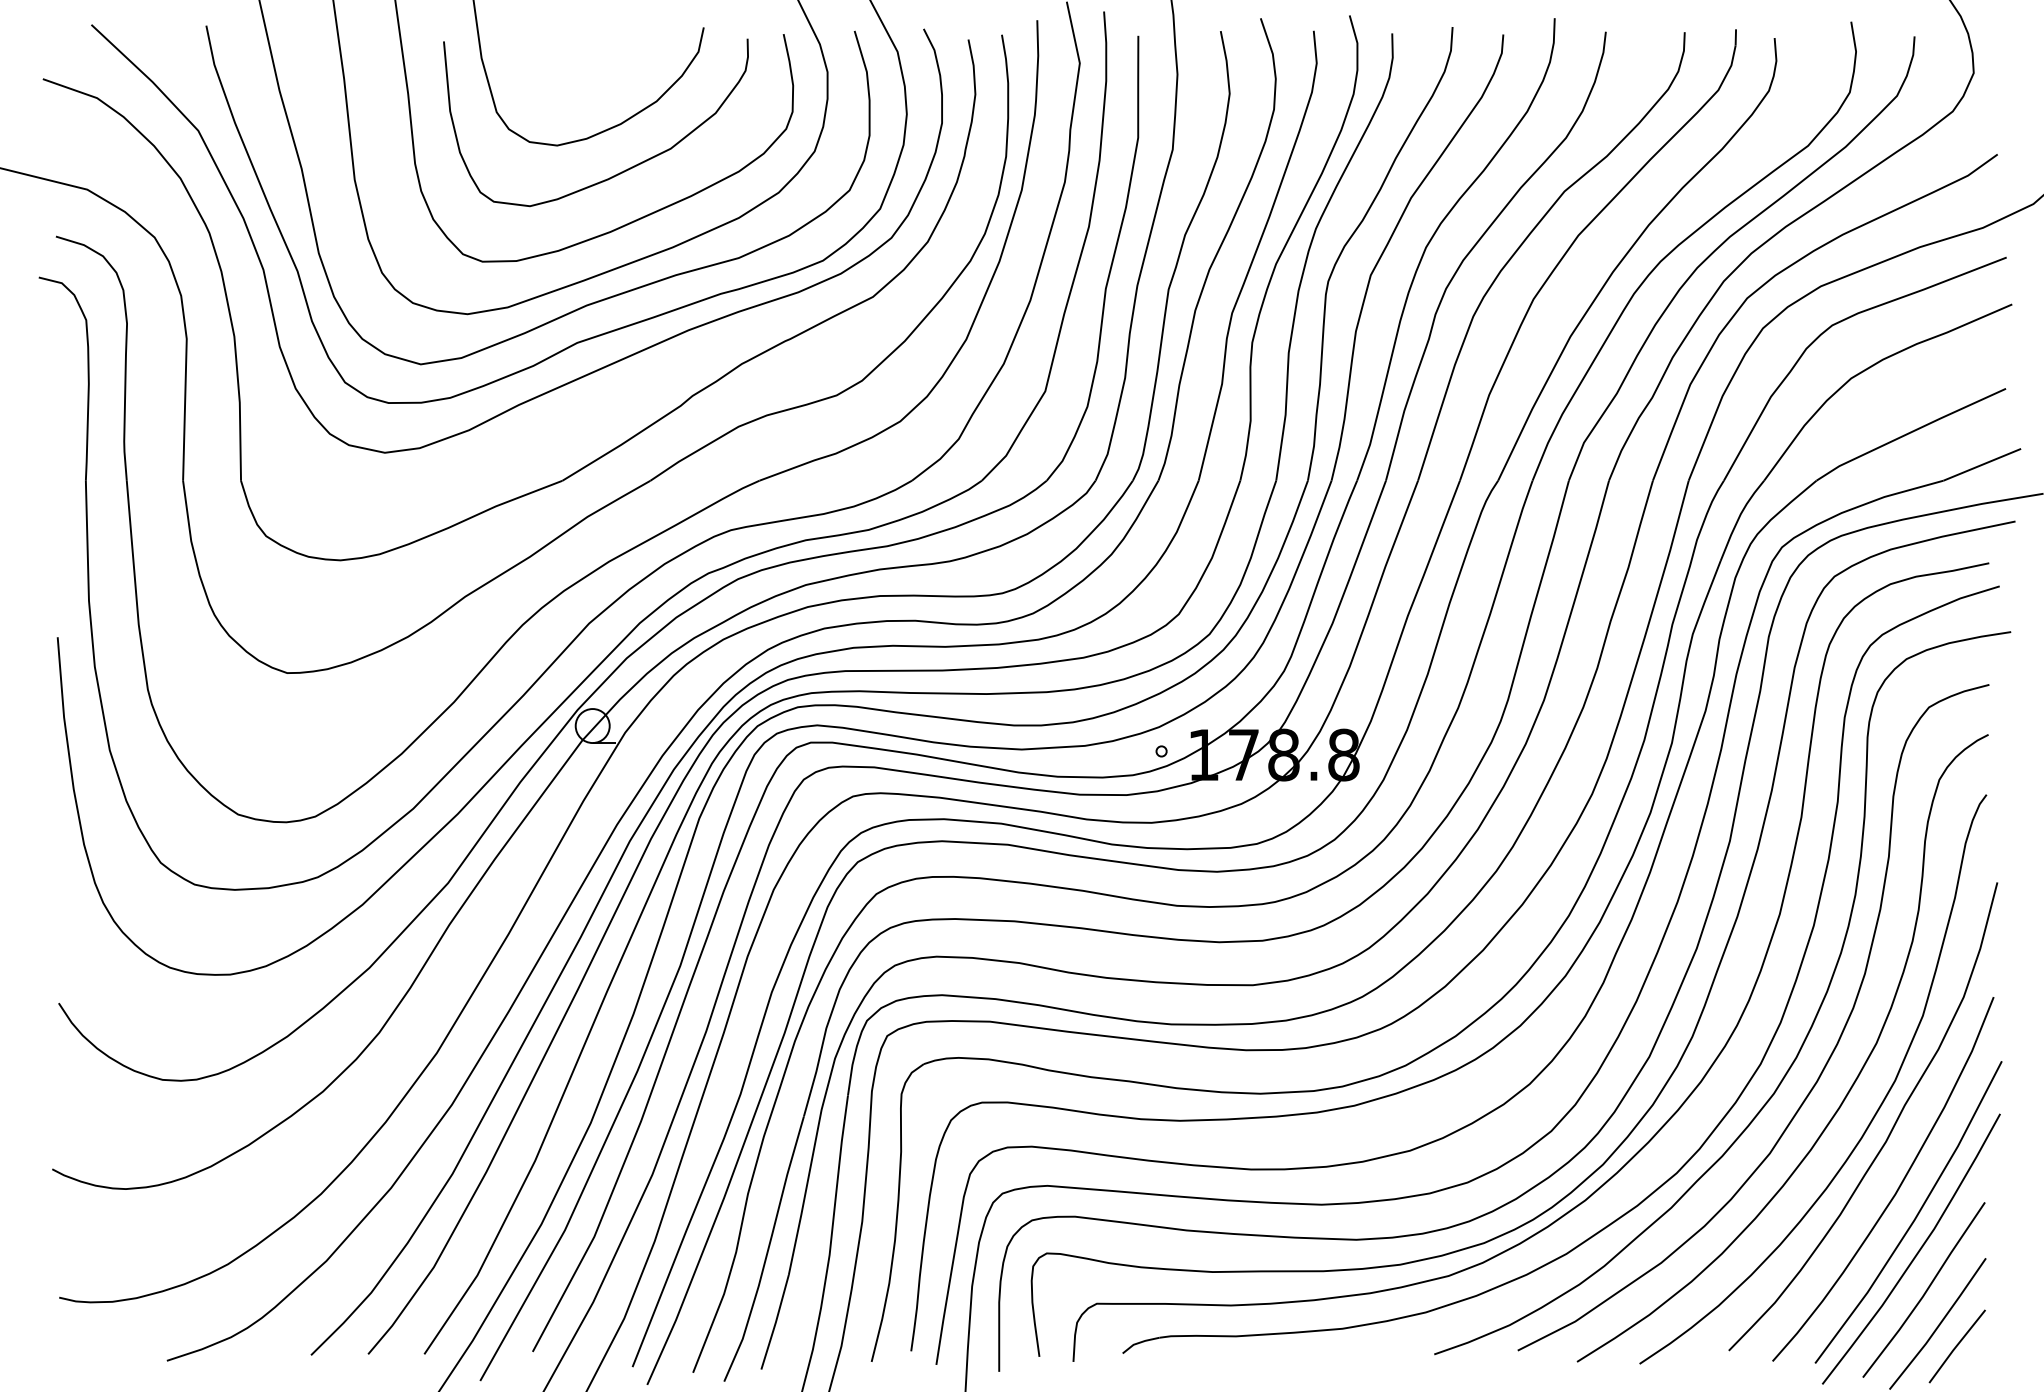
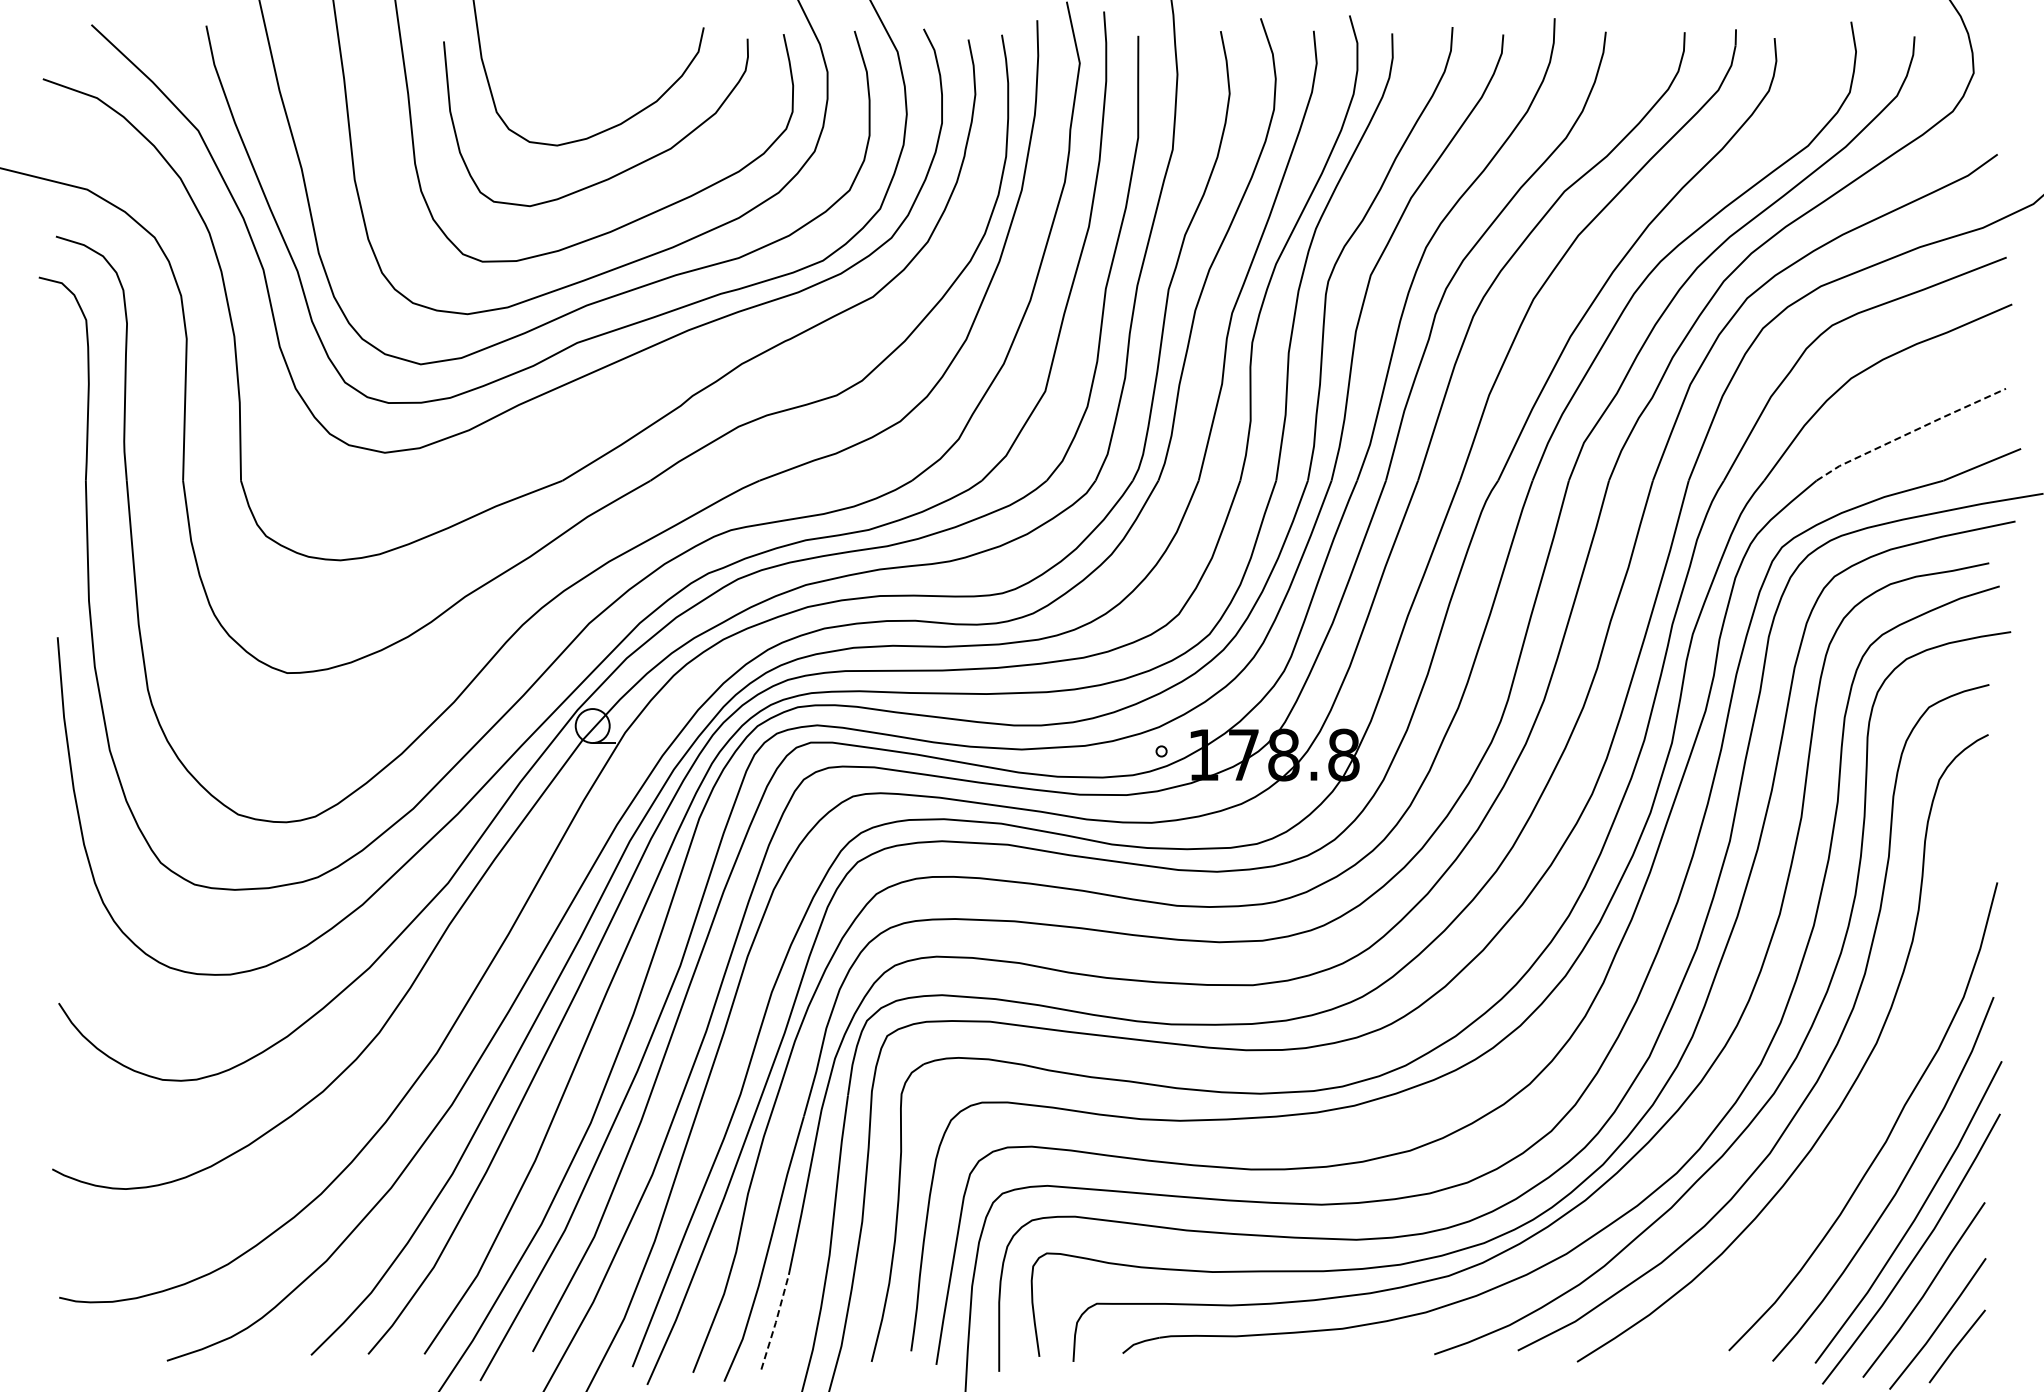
line at (1909, 432): solid -> dashed
curve at (1873, 1115): present -> none
line at (775, 1322): solid -> dashed
